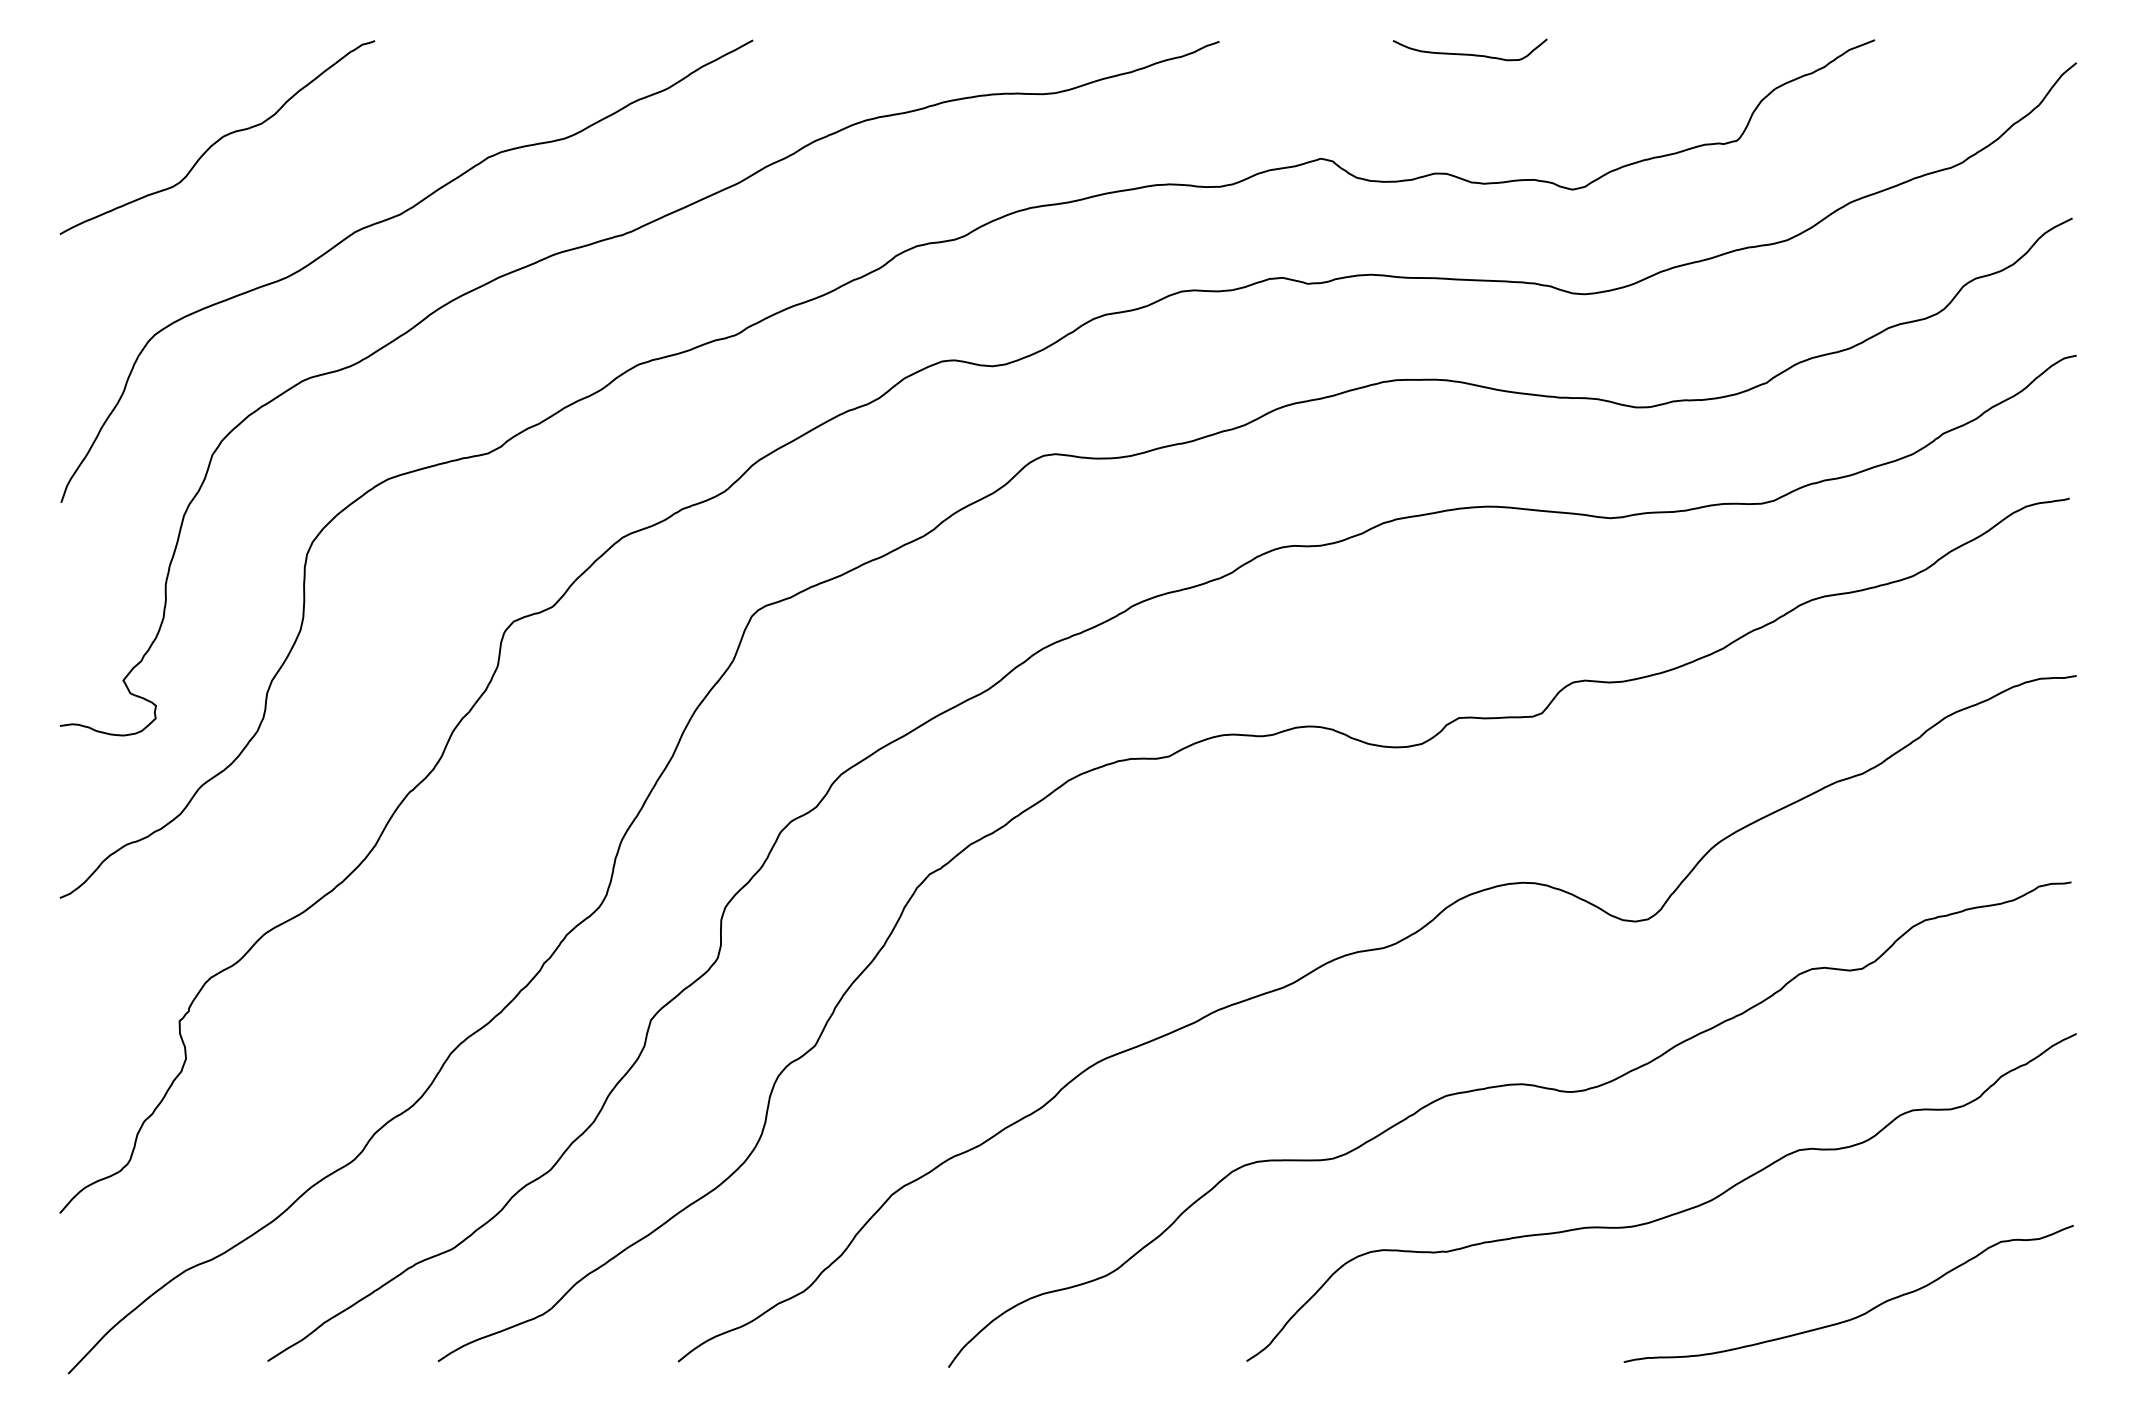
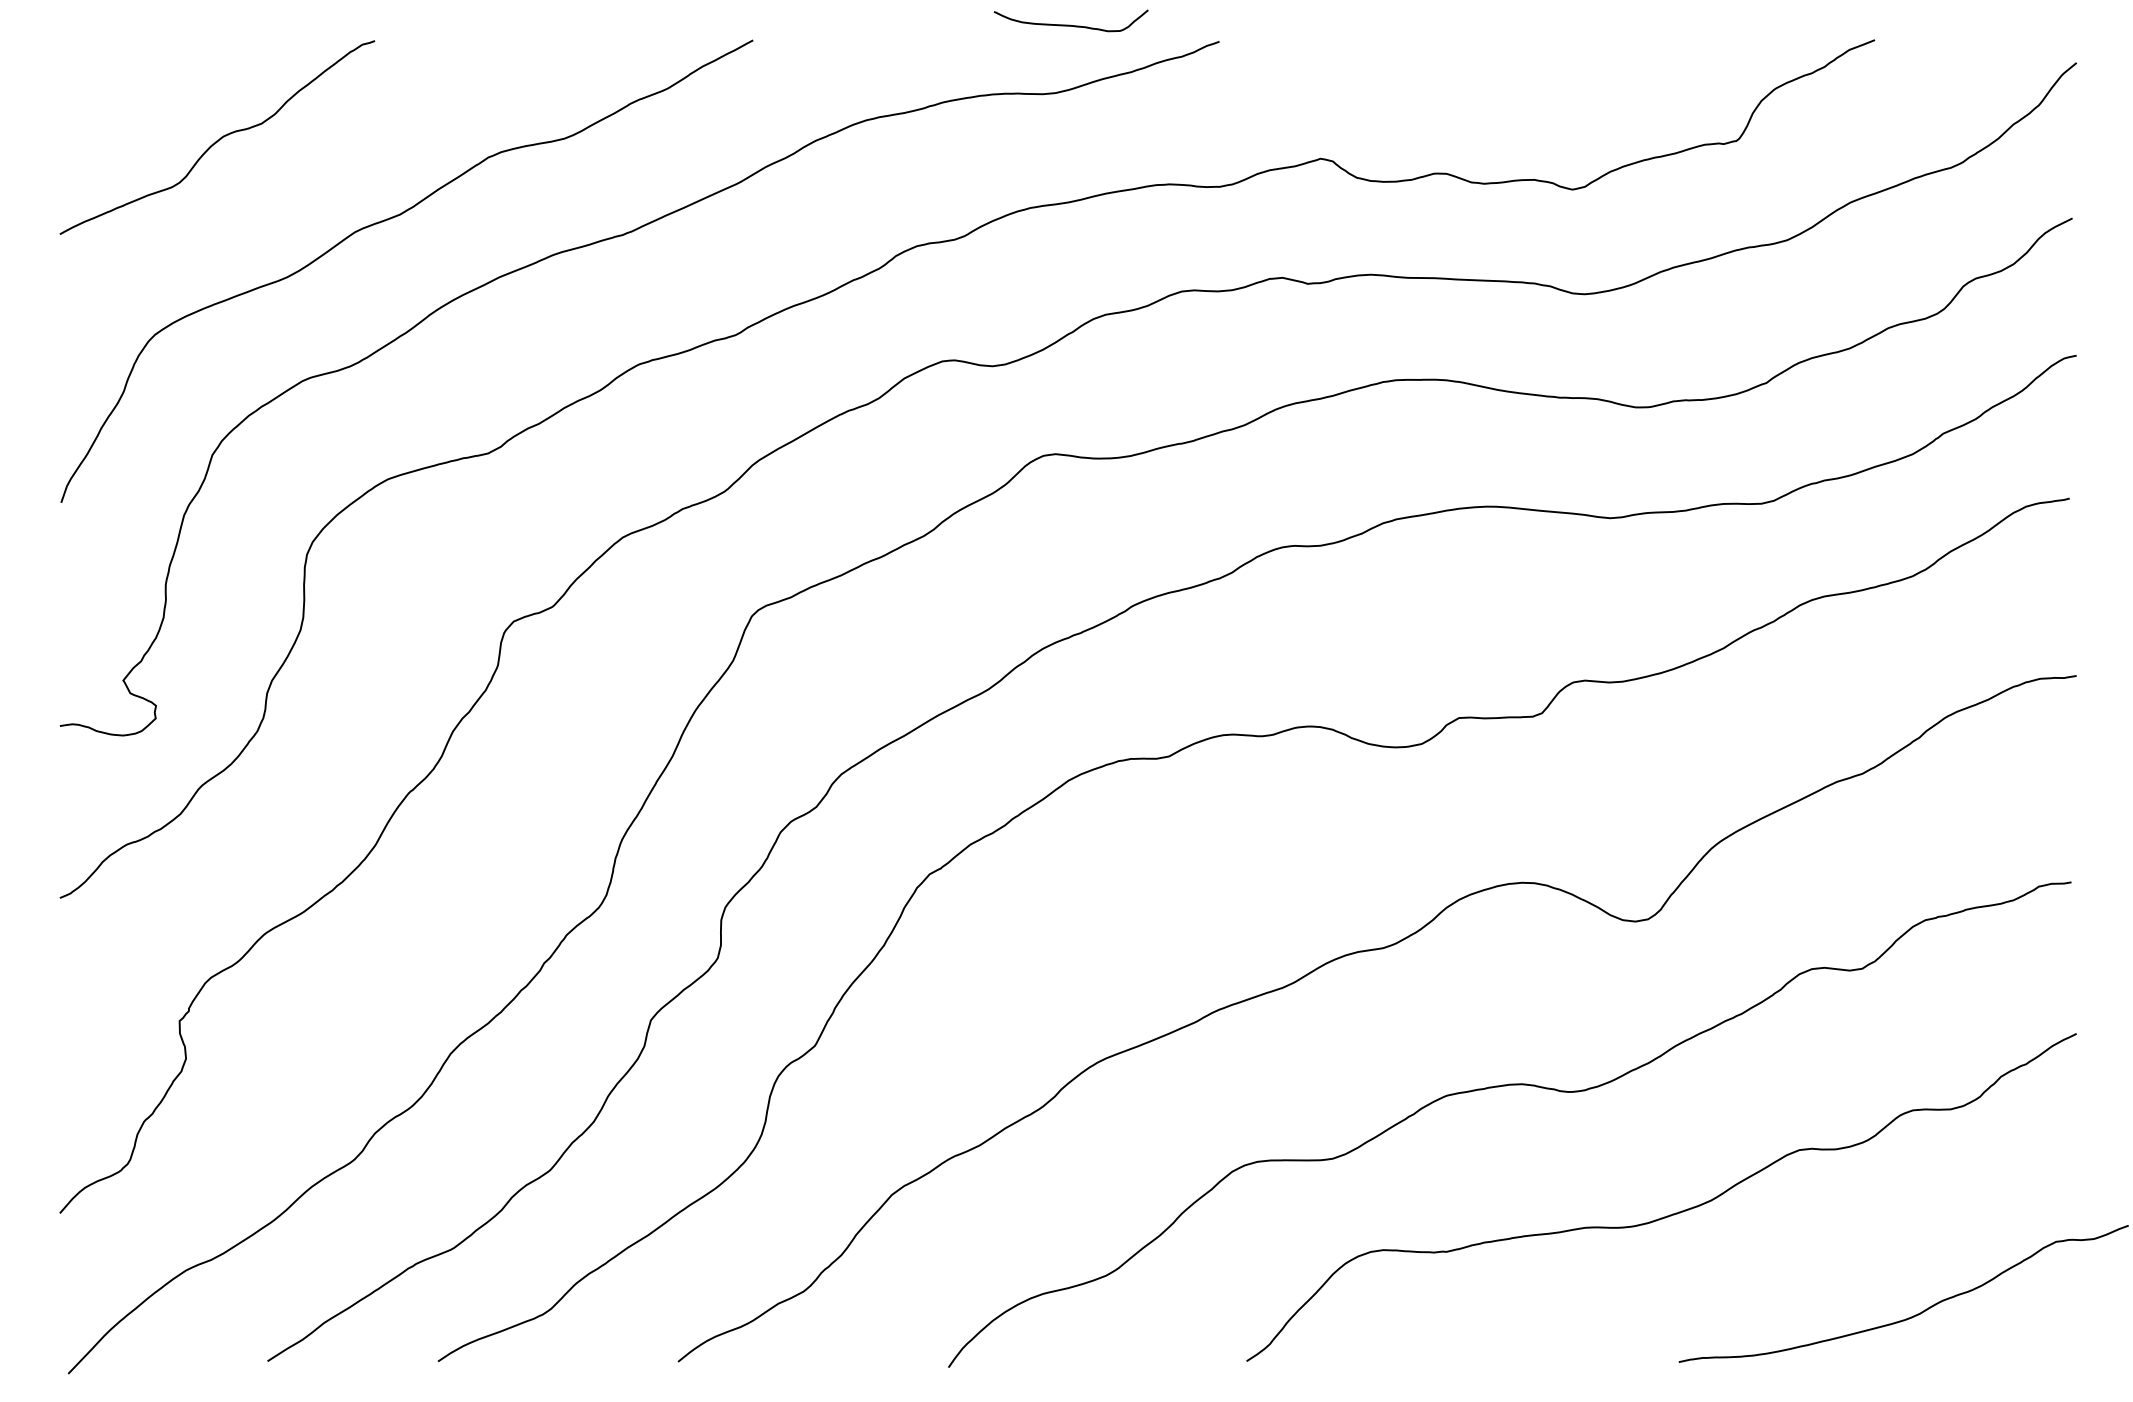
curve at (1469, 53) position: (1469, 53) -> (1070, 24)
curve at (1858, 1315) position: (1858, 1315) -> (1913, 1315)
